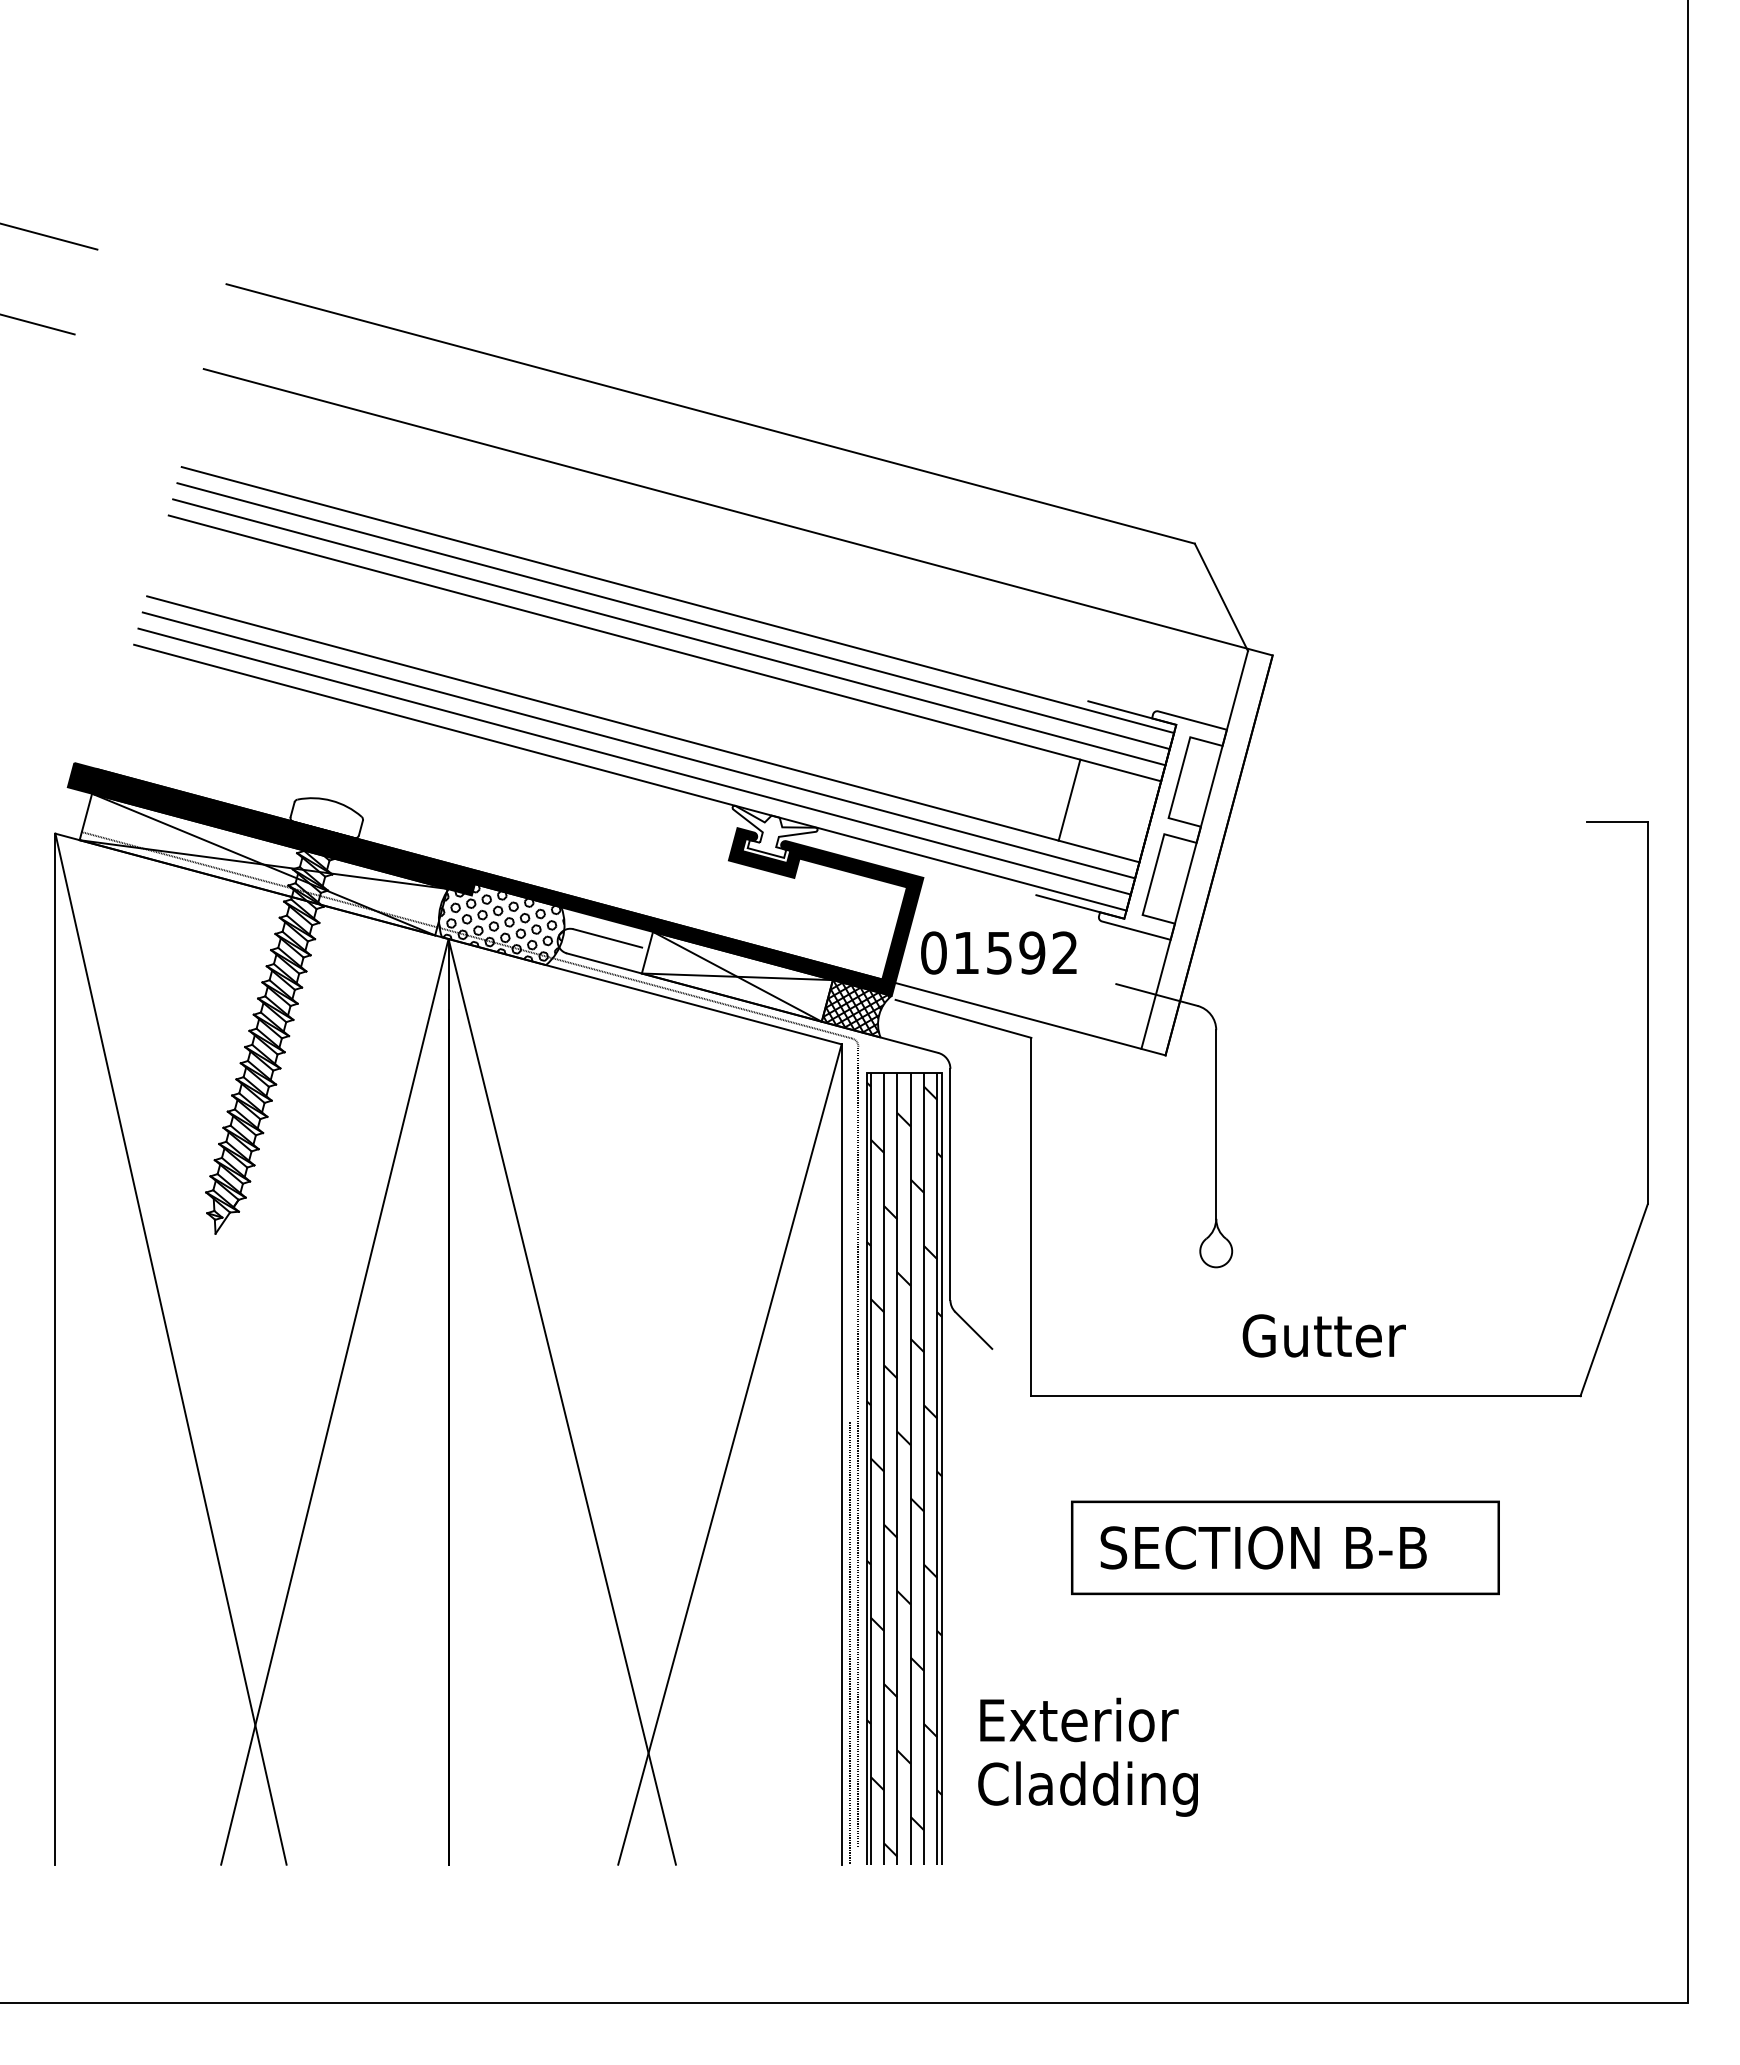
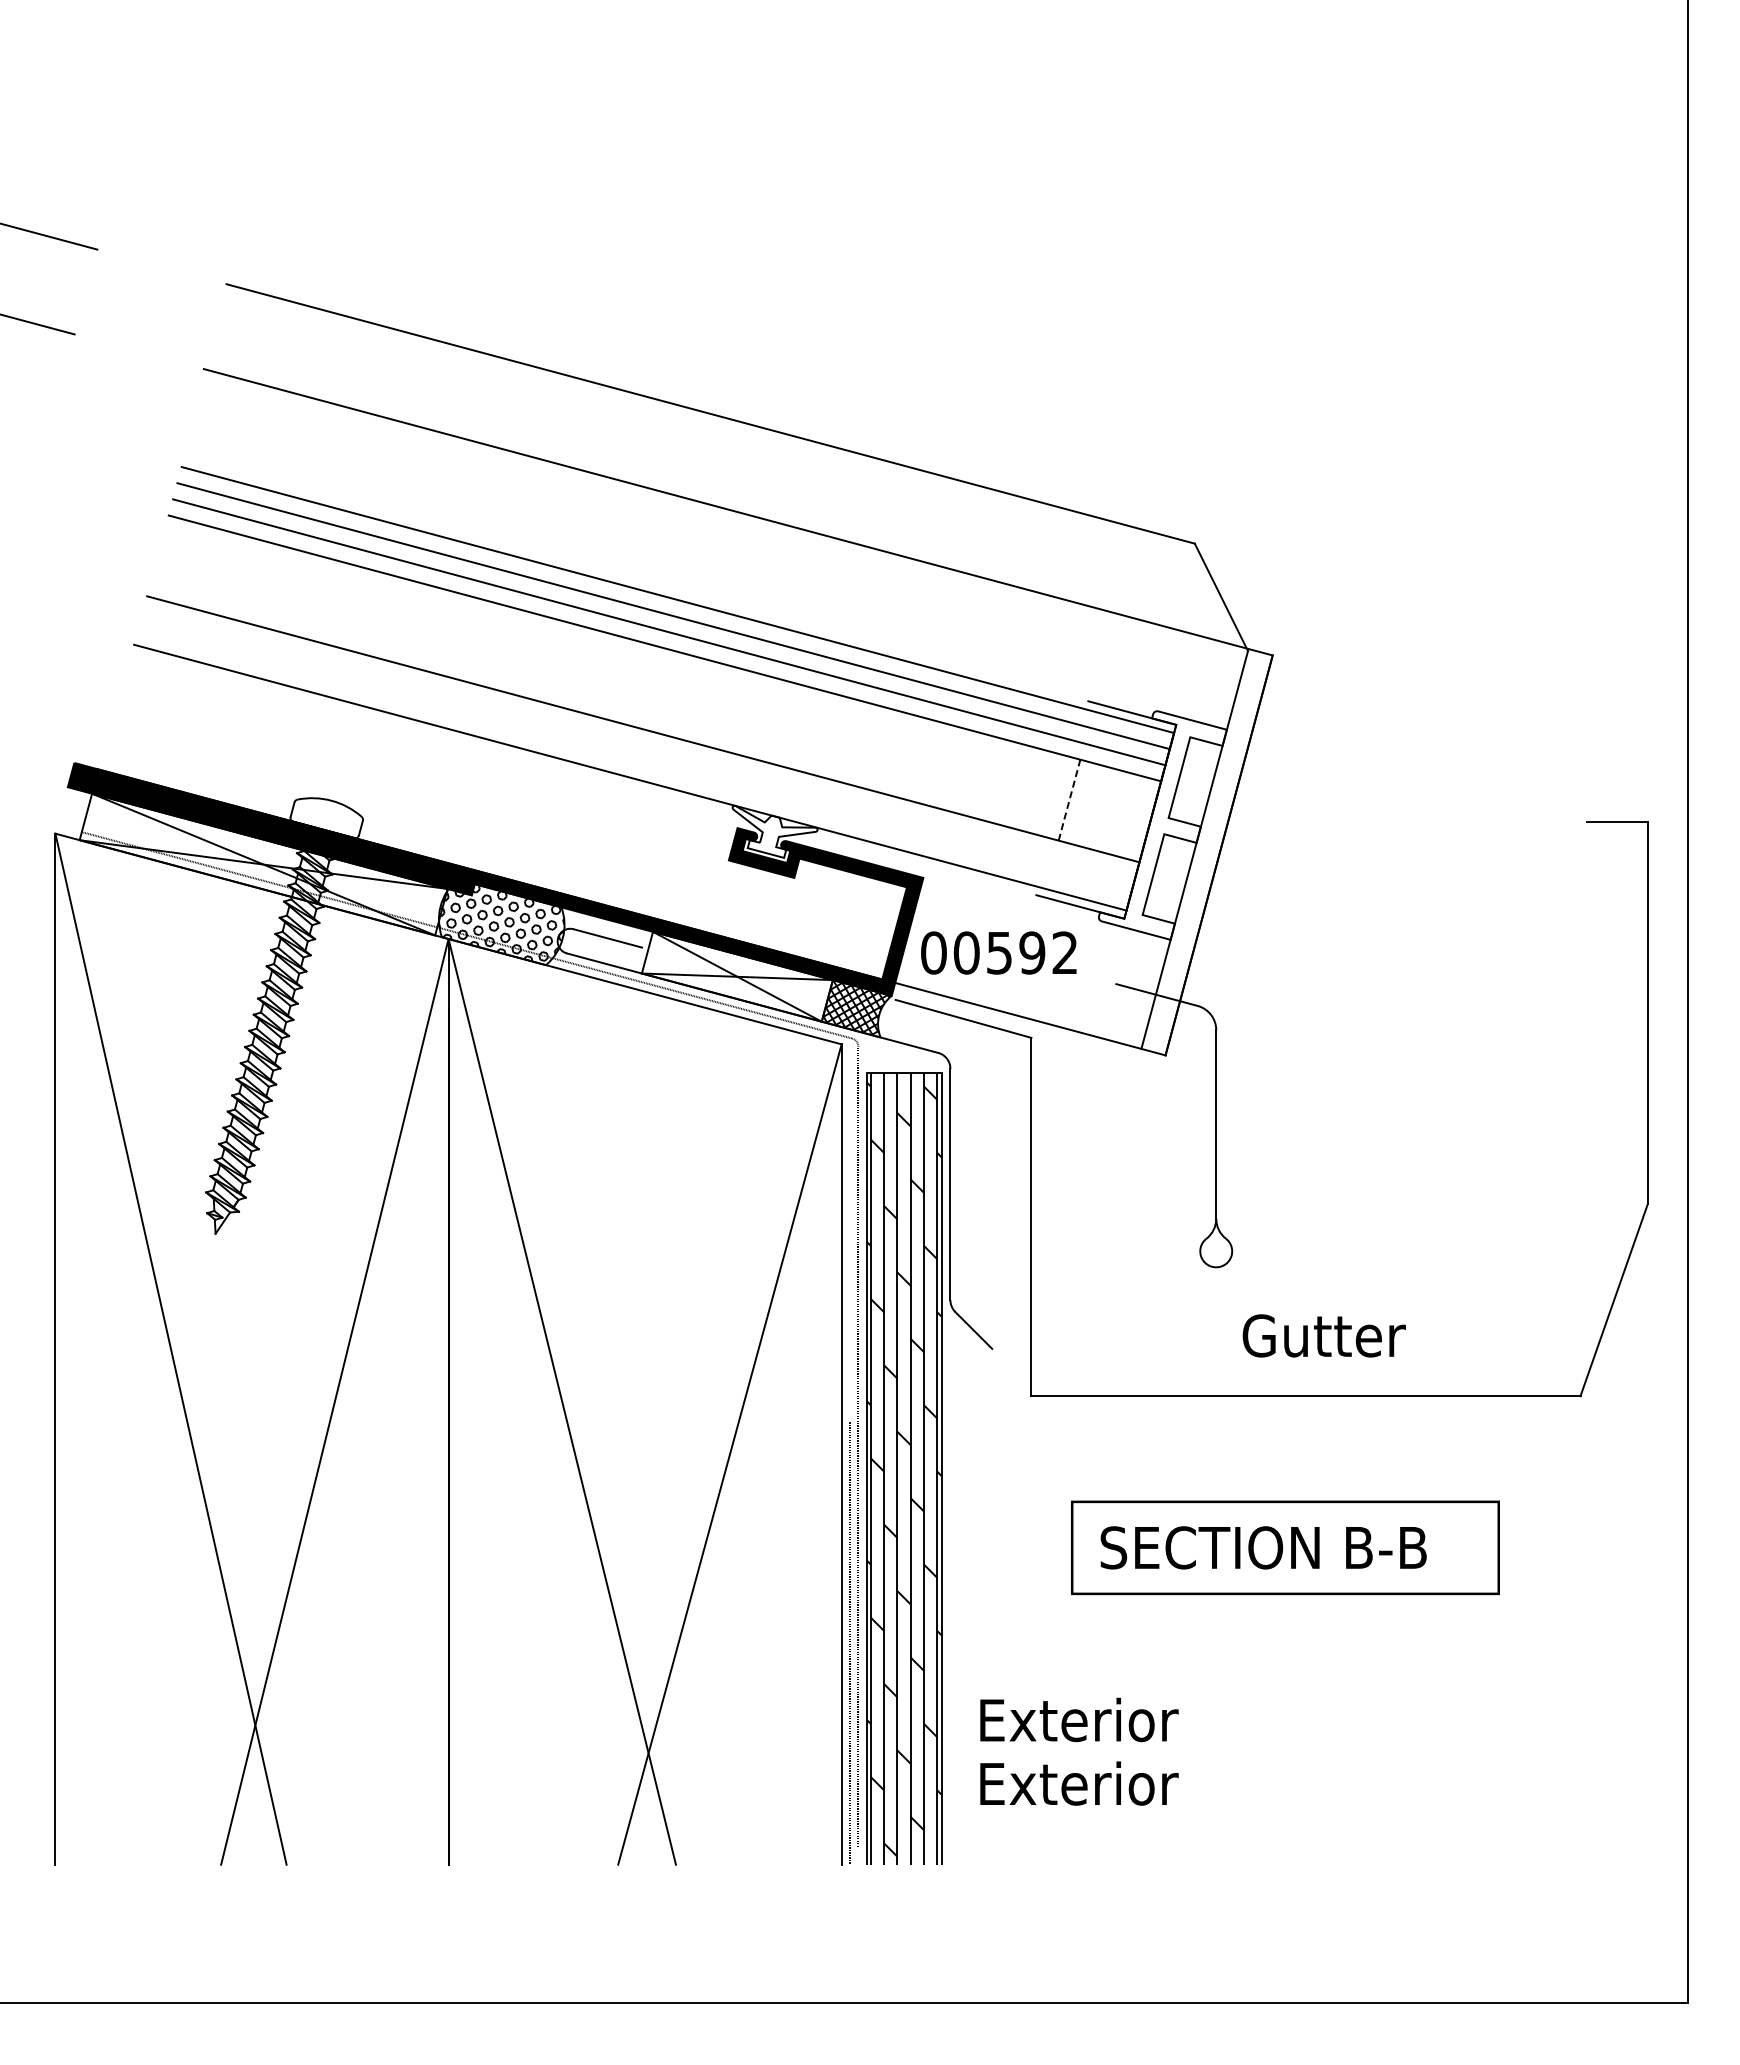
line at (638, 745): present -> none
line at (634, 761): present -> none
line at (1069, 800): solid -> dashed
text at (966, 952): 01592 -> 00592
text at (1087, 1788): Cladding -> Exterior
